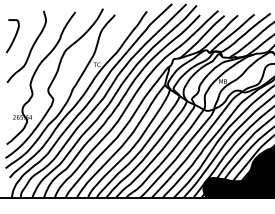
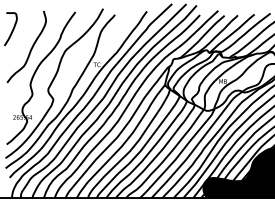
curve at (13, 37) position: (13, 37) -> (11, 30)
